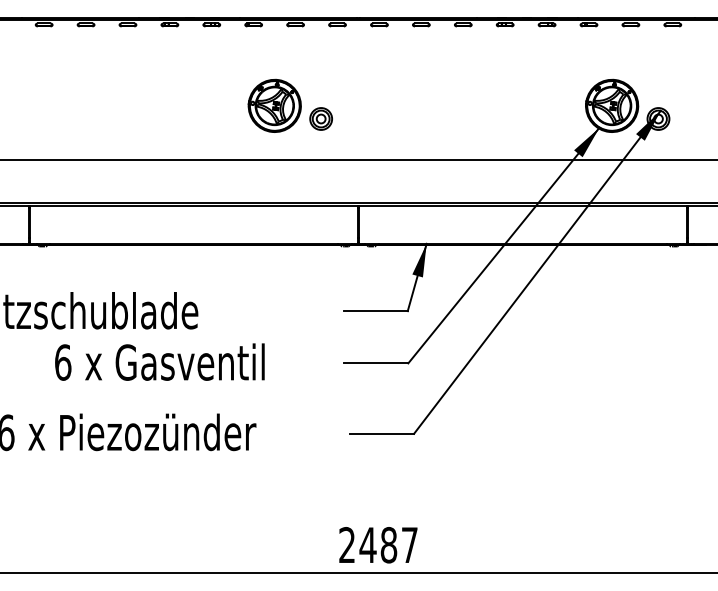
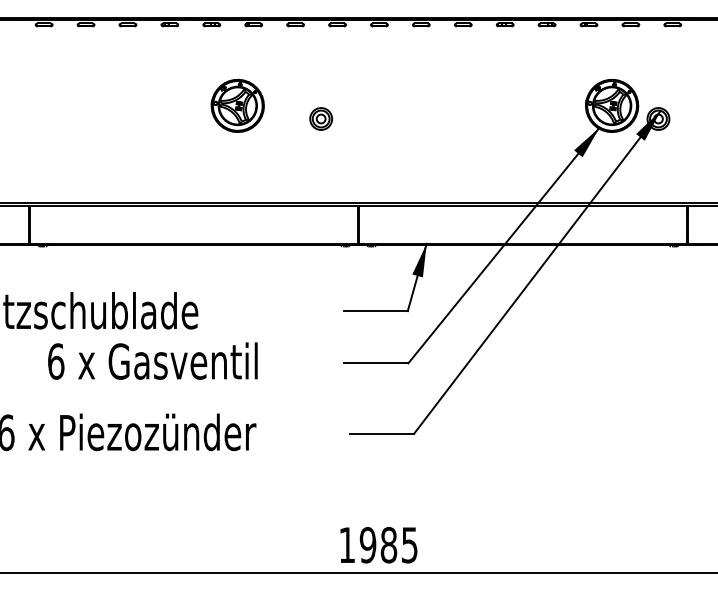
part at (274, 105) position: (274, 105) -> (237, 105)
line at (358, 160): present -> none
text at (159, 361) position: (159, 361) -> (152, 360)
text at (378, 545): 2487 -> 1985
